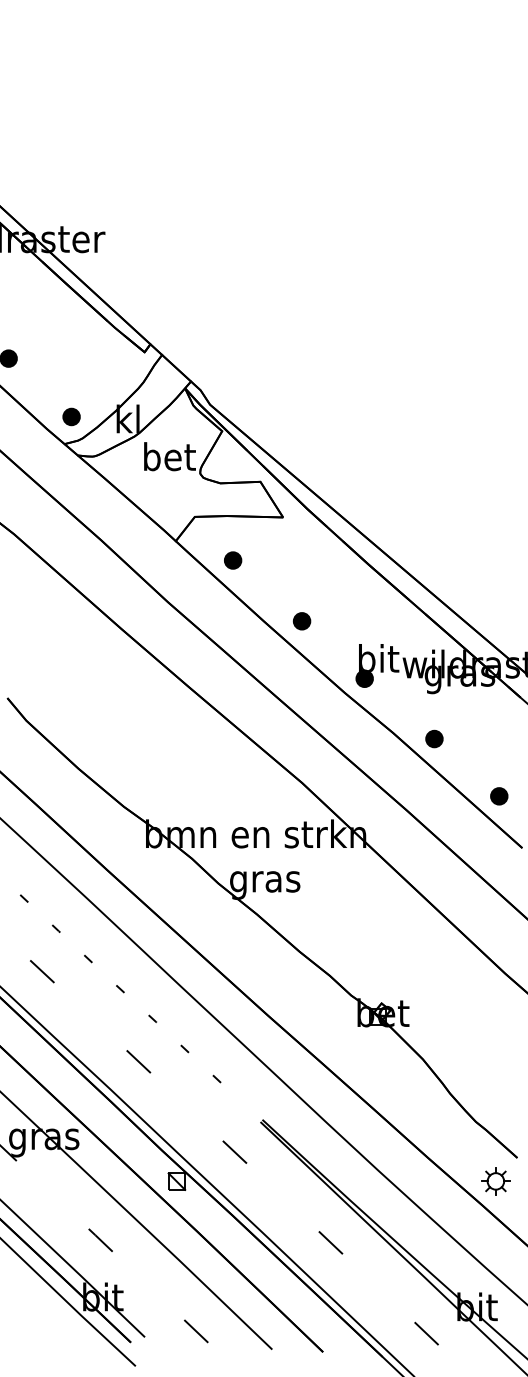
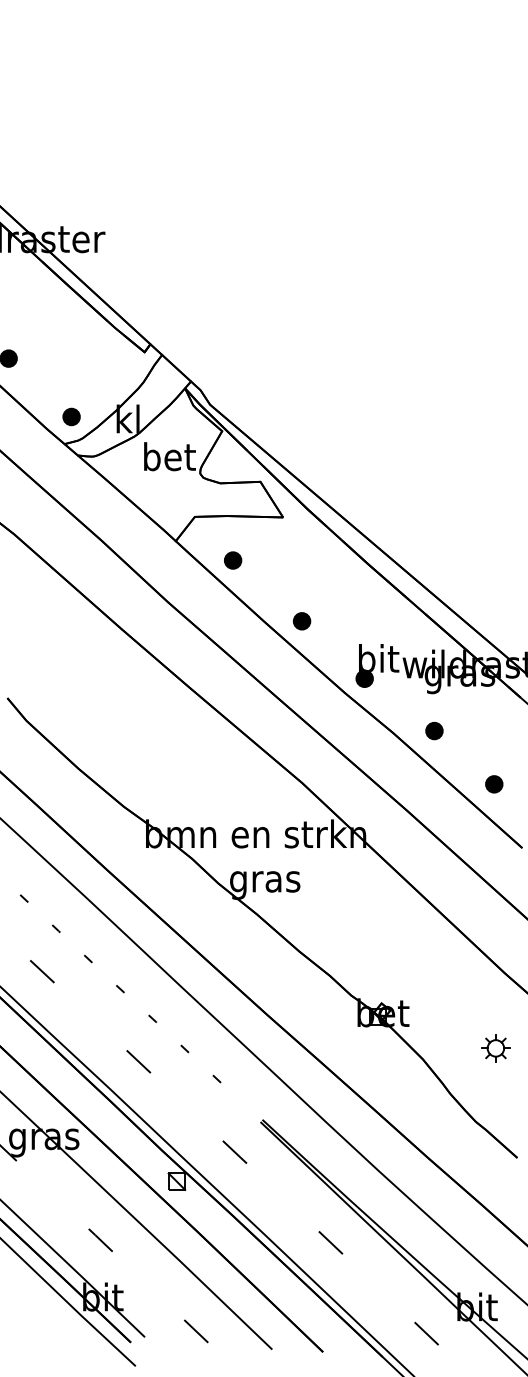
part at (434, 738) position: (434, 738) -> (434, 730)
part at (499, 796) position: (499, 796) -> (494, 784)
part at (495, 1181) position: (495, 1181) -> (495, 1048)
